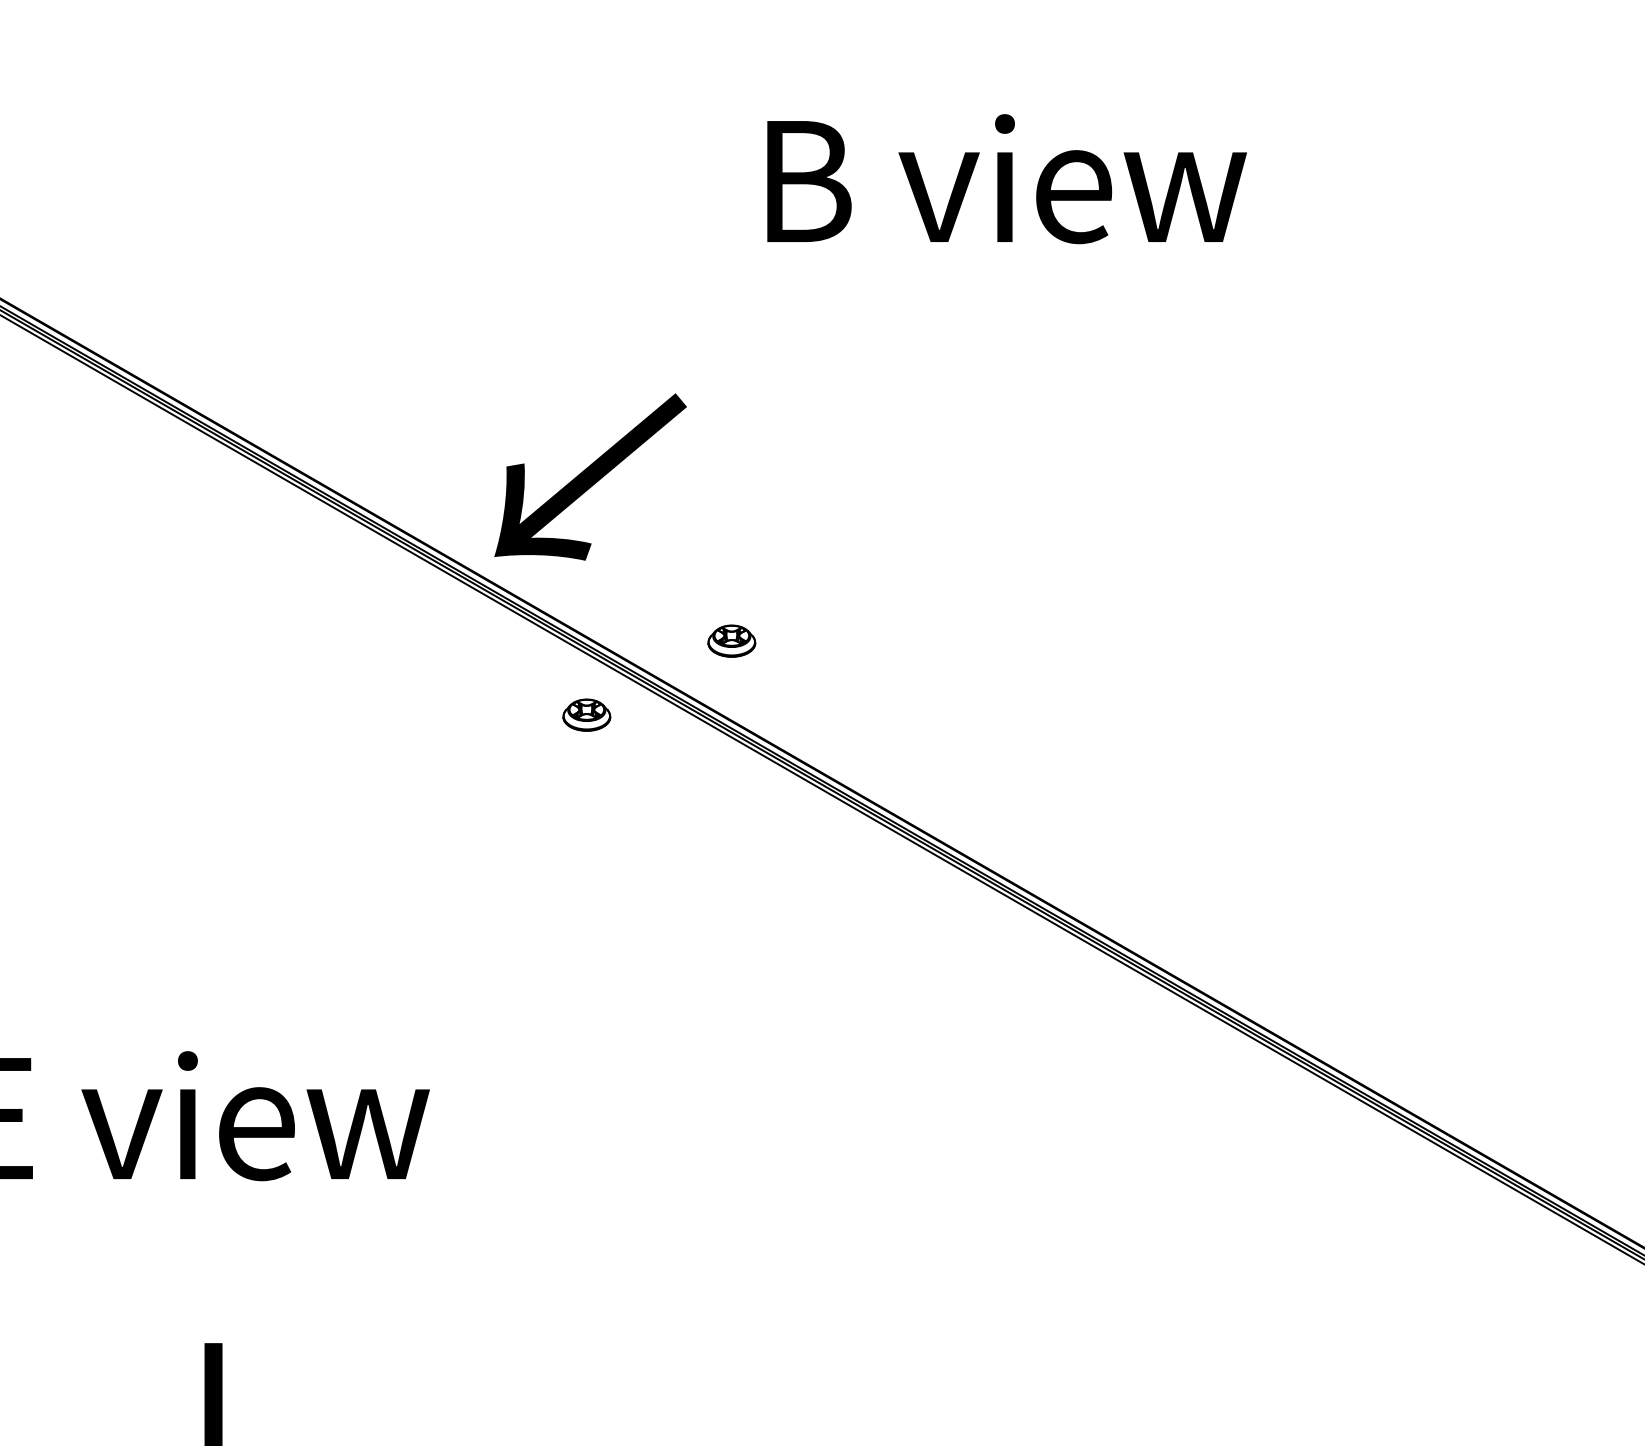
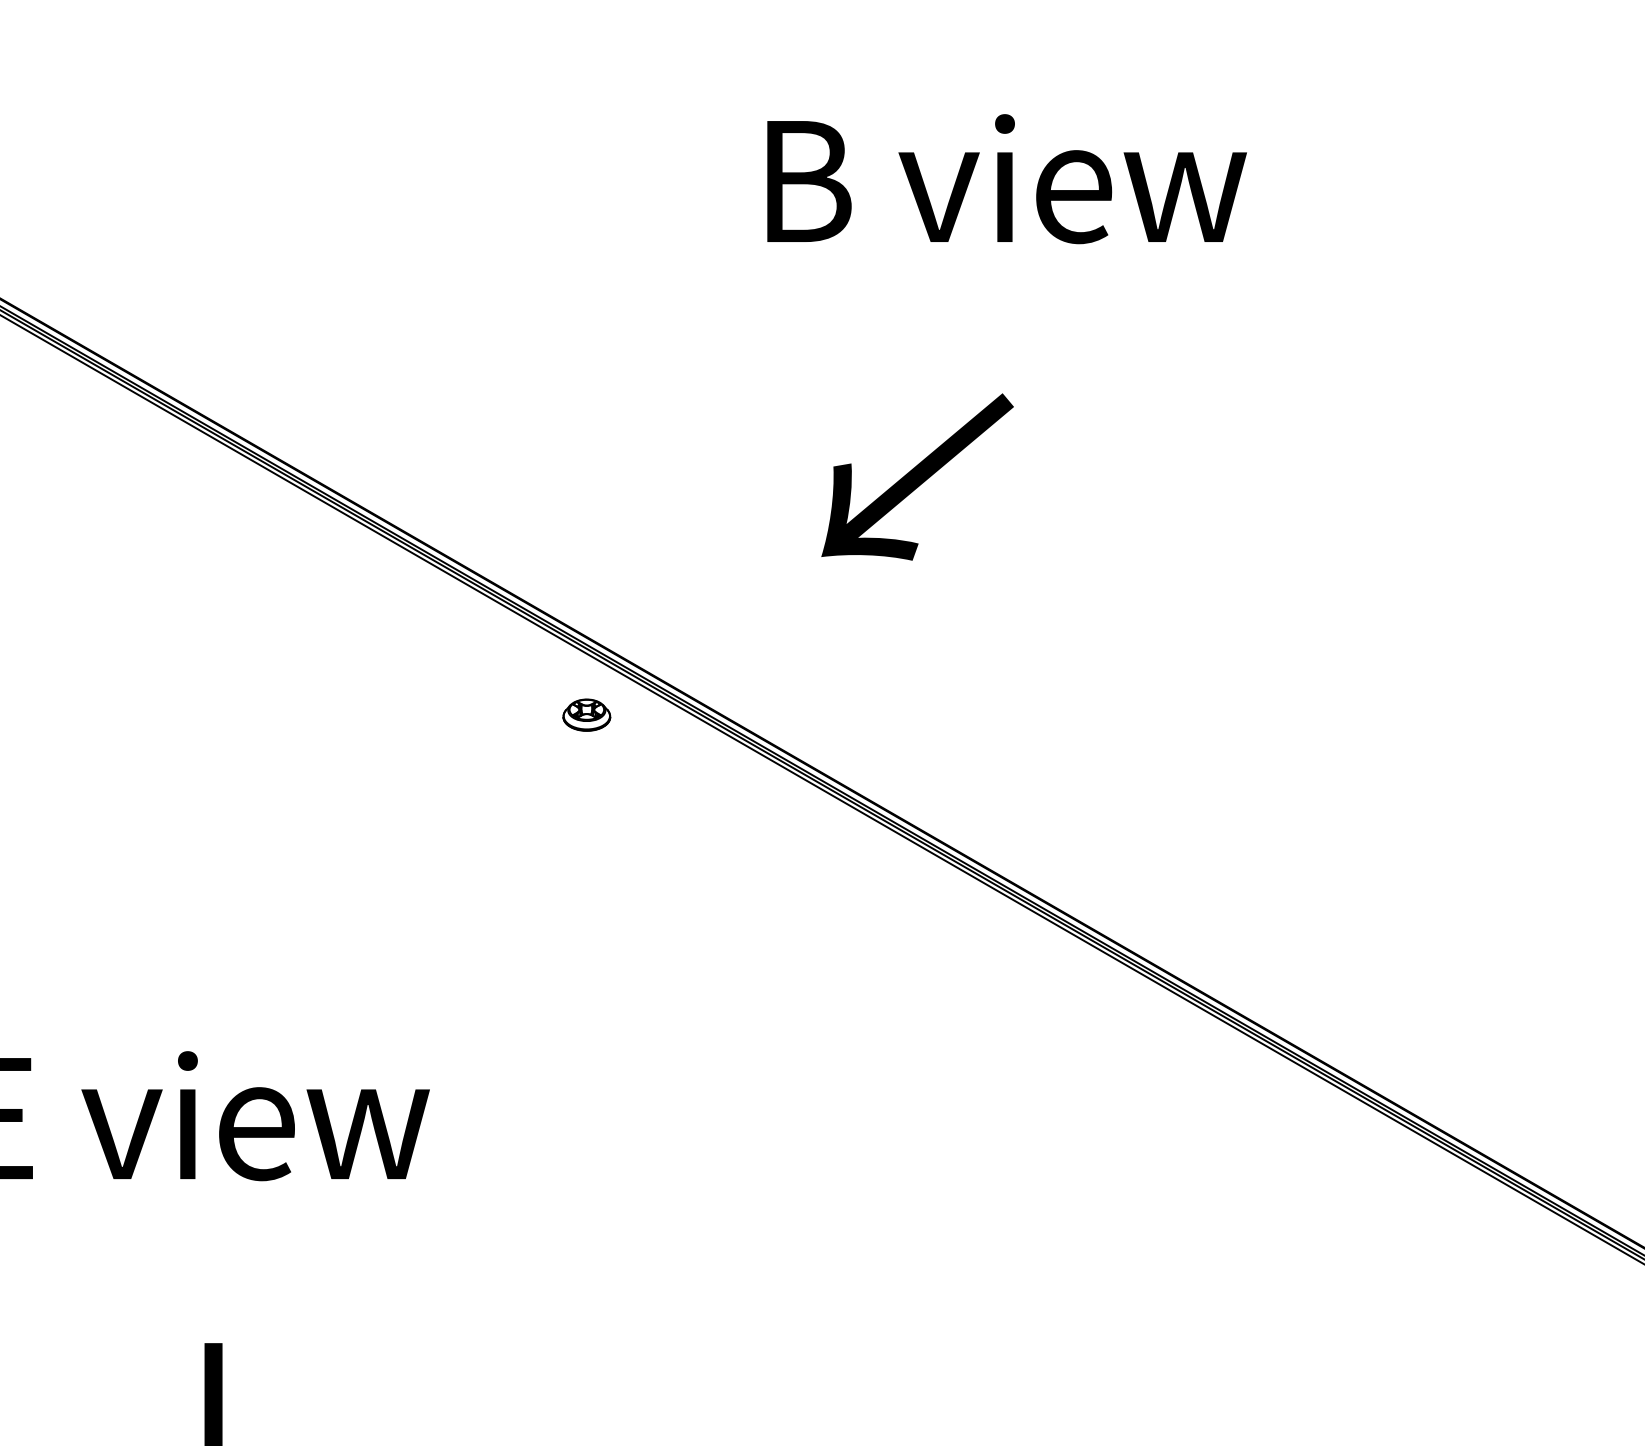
text at (590, 476) position: (590, 476) -> (917, 476)
part at (731, 640): present -> none
